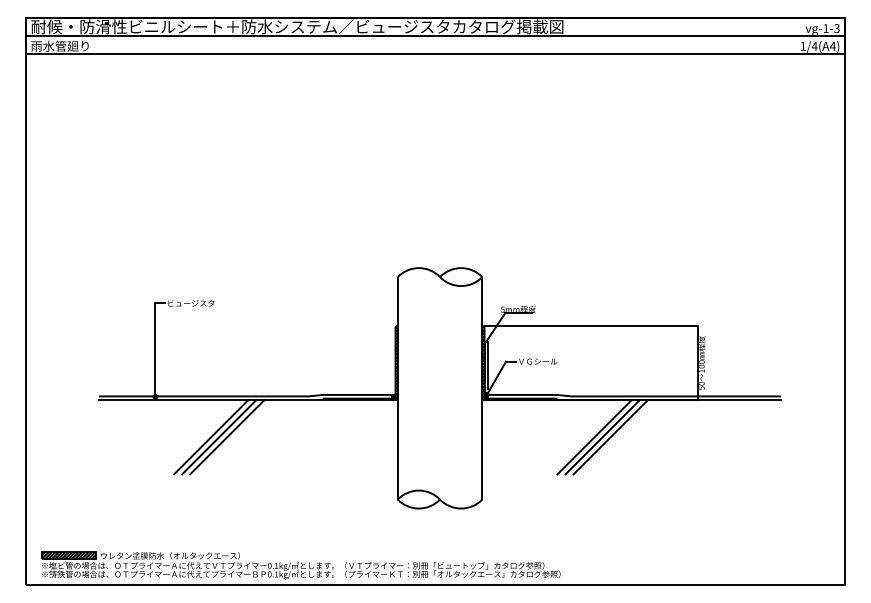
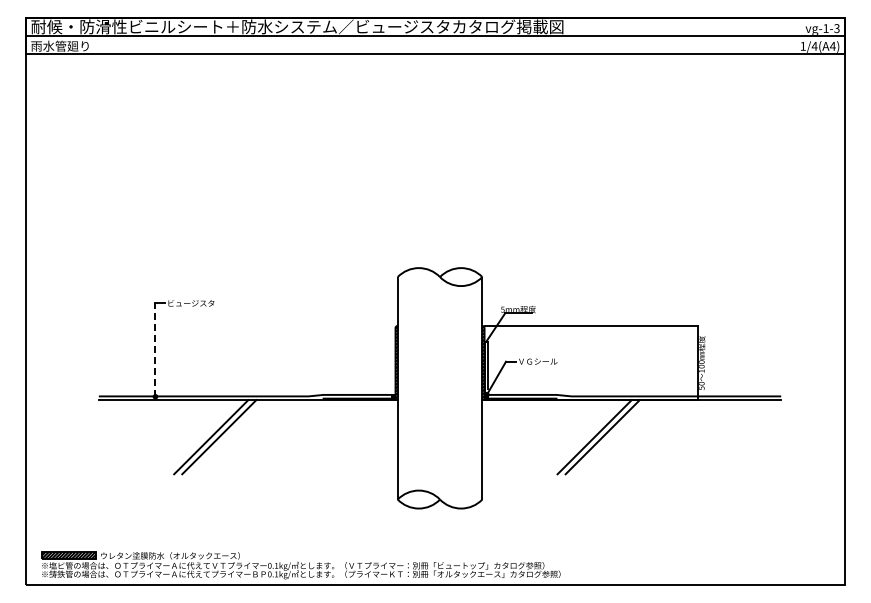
line at (155, 350): solid -> dashed
line at (227, 437): present -> none
line at (610, 437): present -> none
